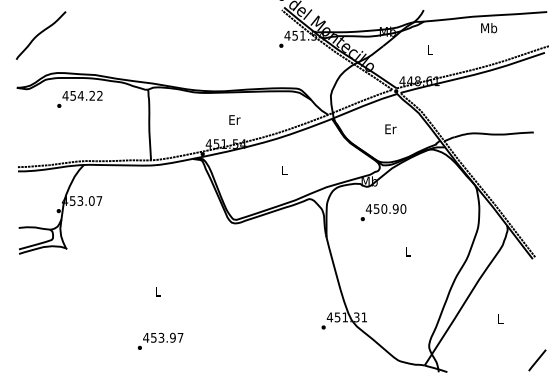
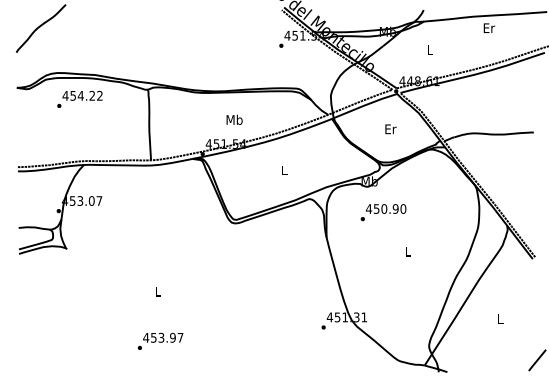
text at (489, 28): Mb -> Er
curve at (40, 34) position: (40, 34) -> (40, 27)
text at (234, 119): Er -> Mb
